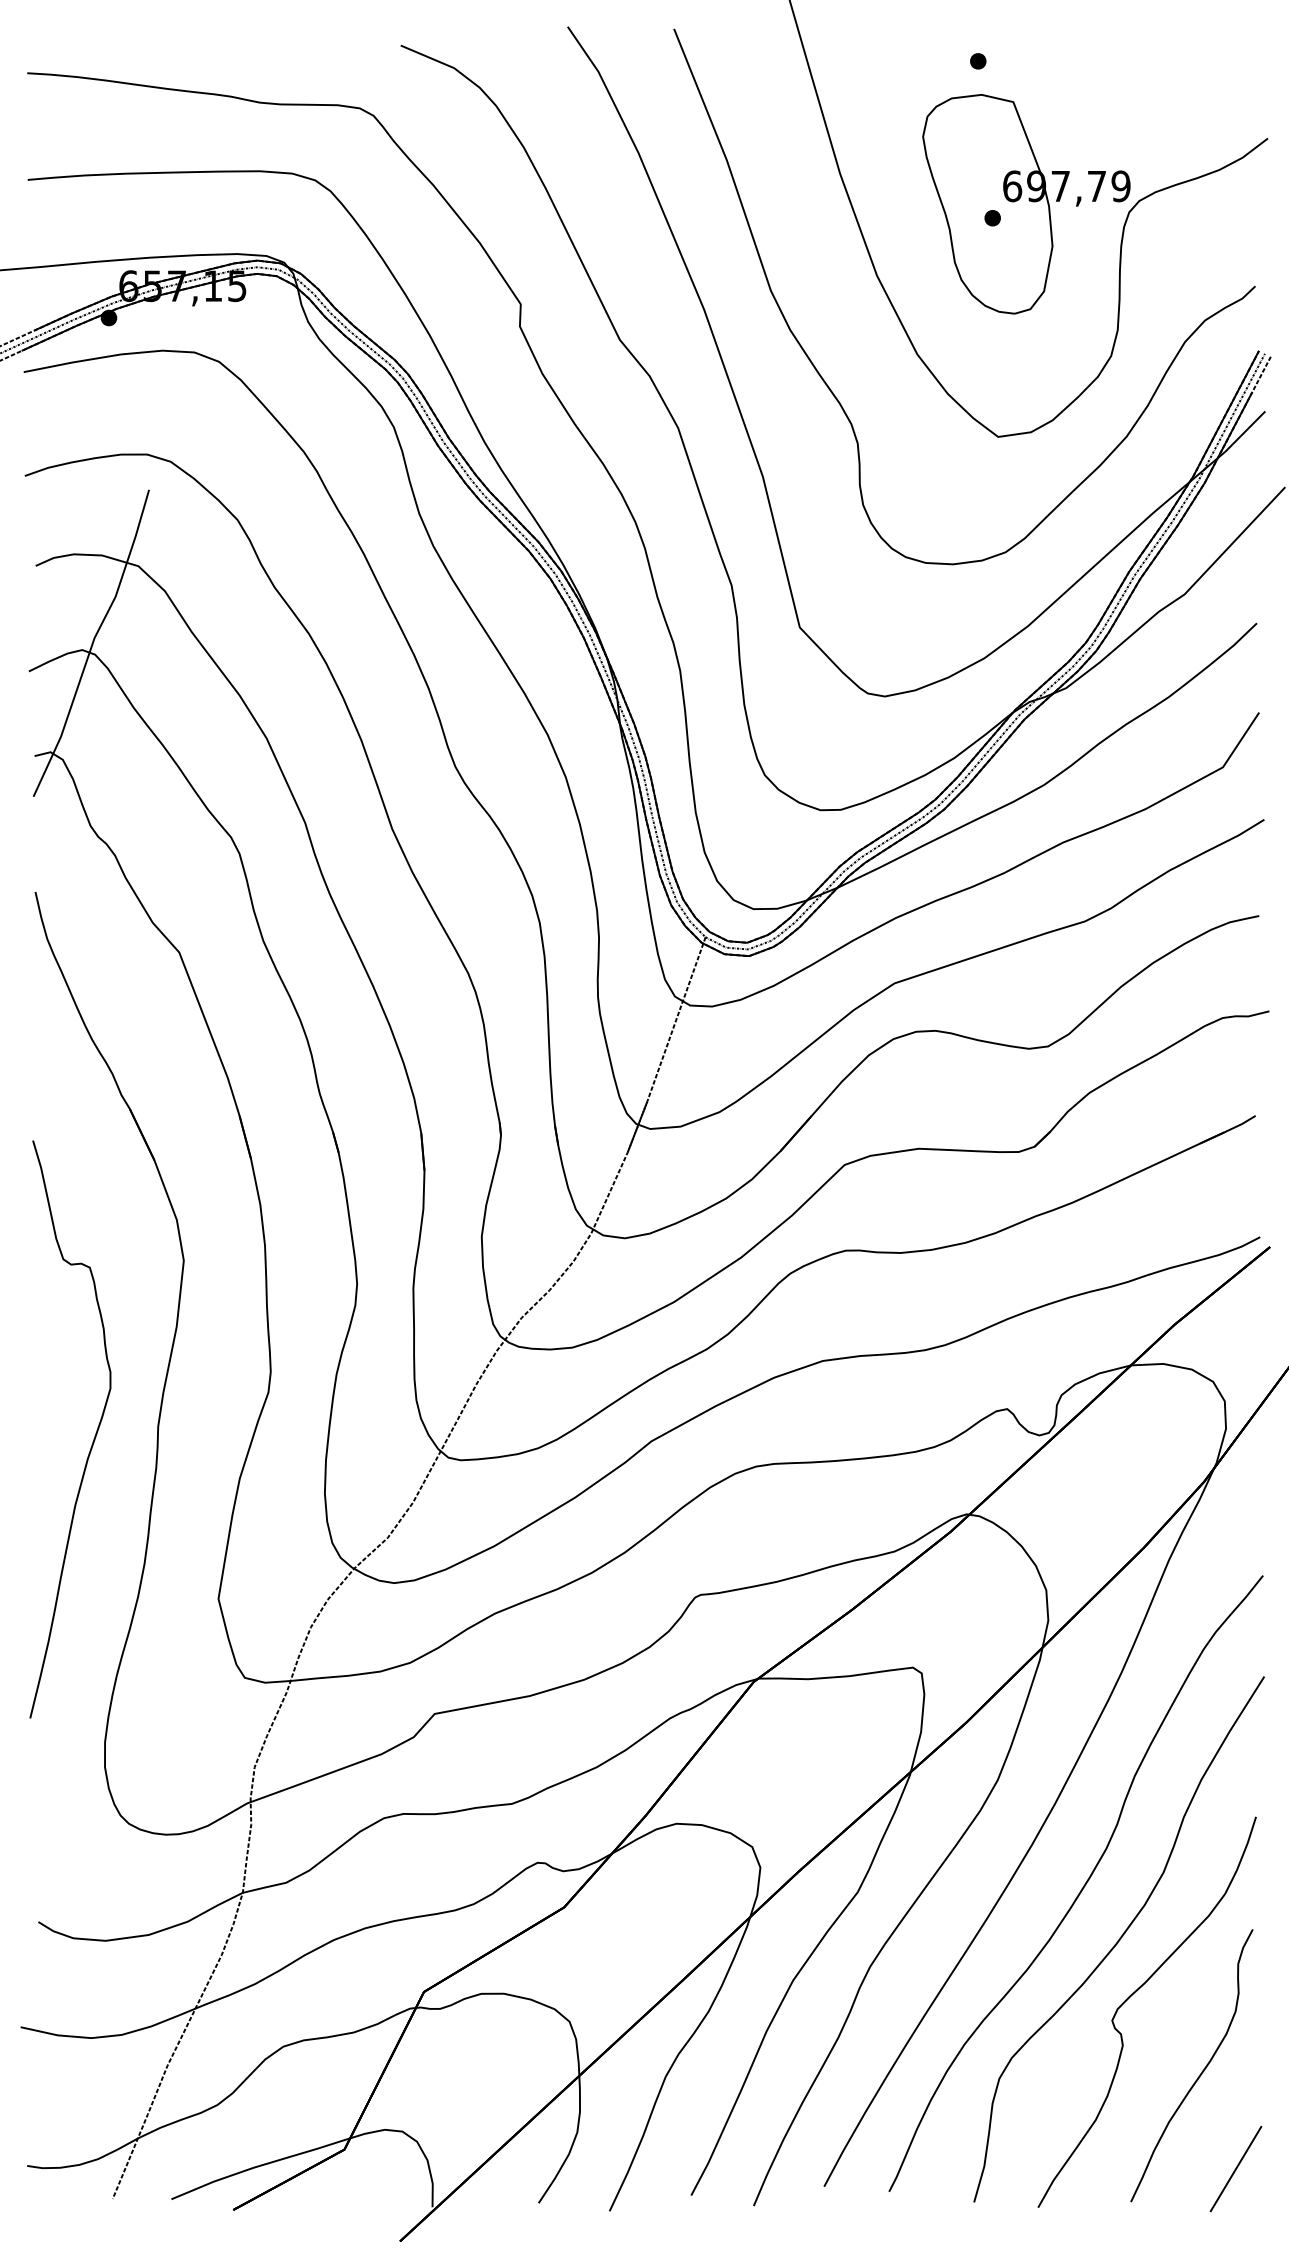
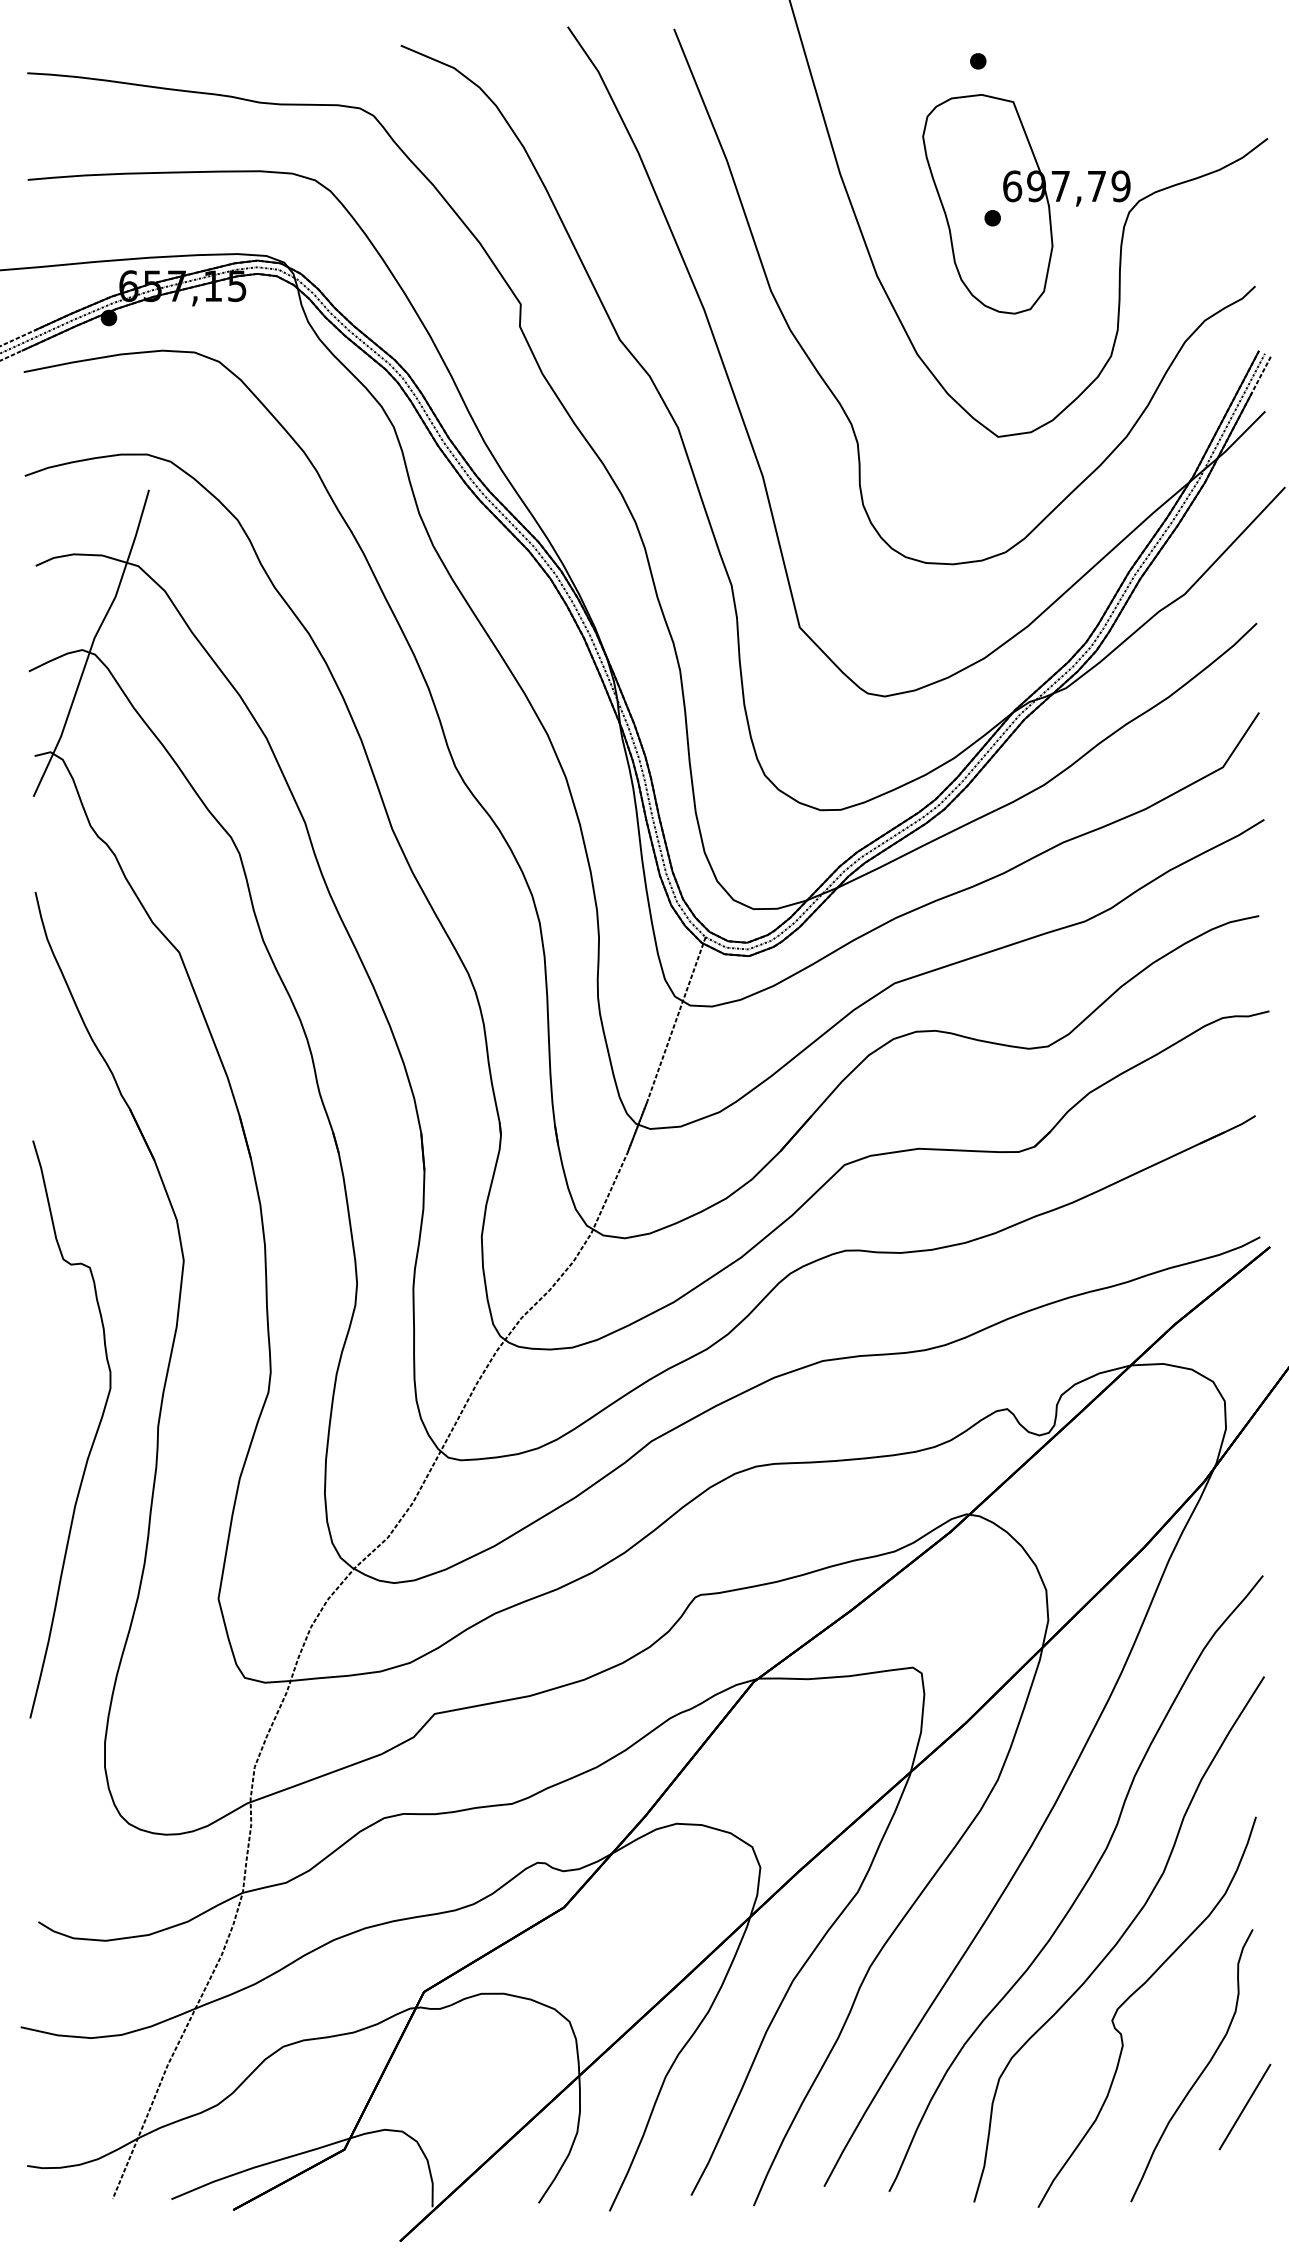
line at (1235, 2169) position: (1235, 2169) -> (1244, 2107)
